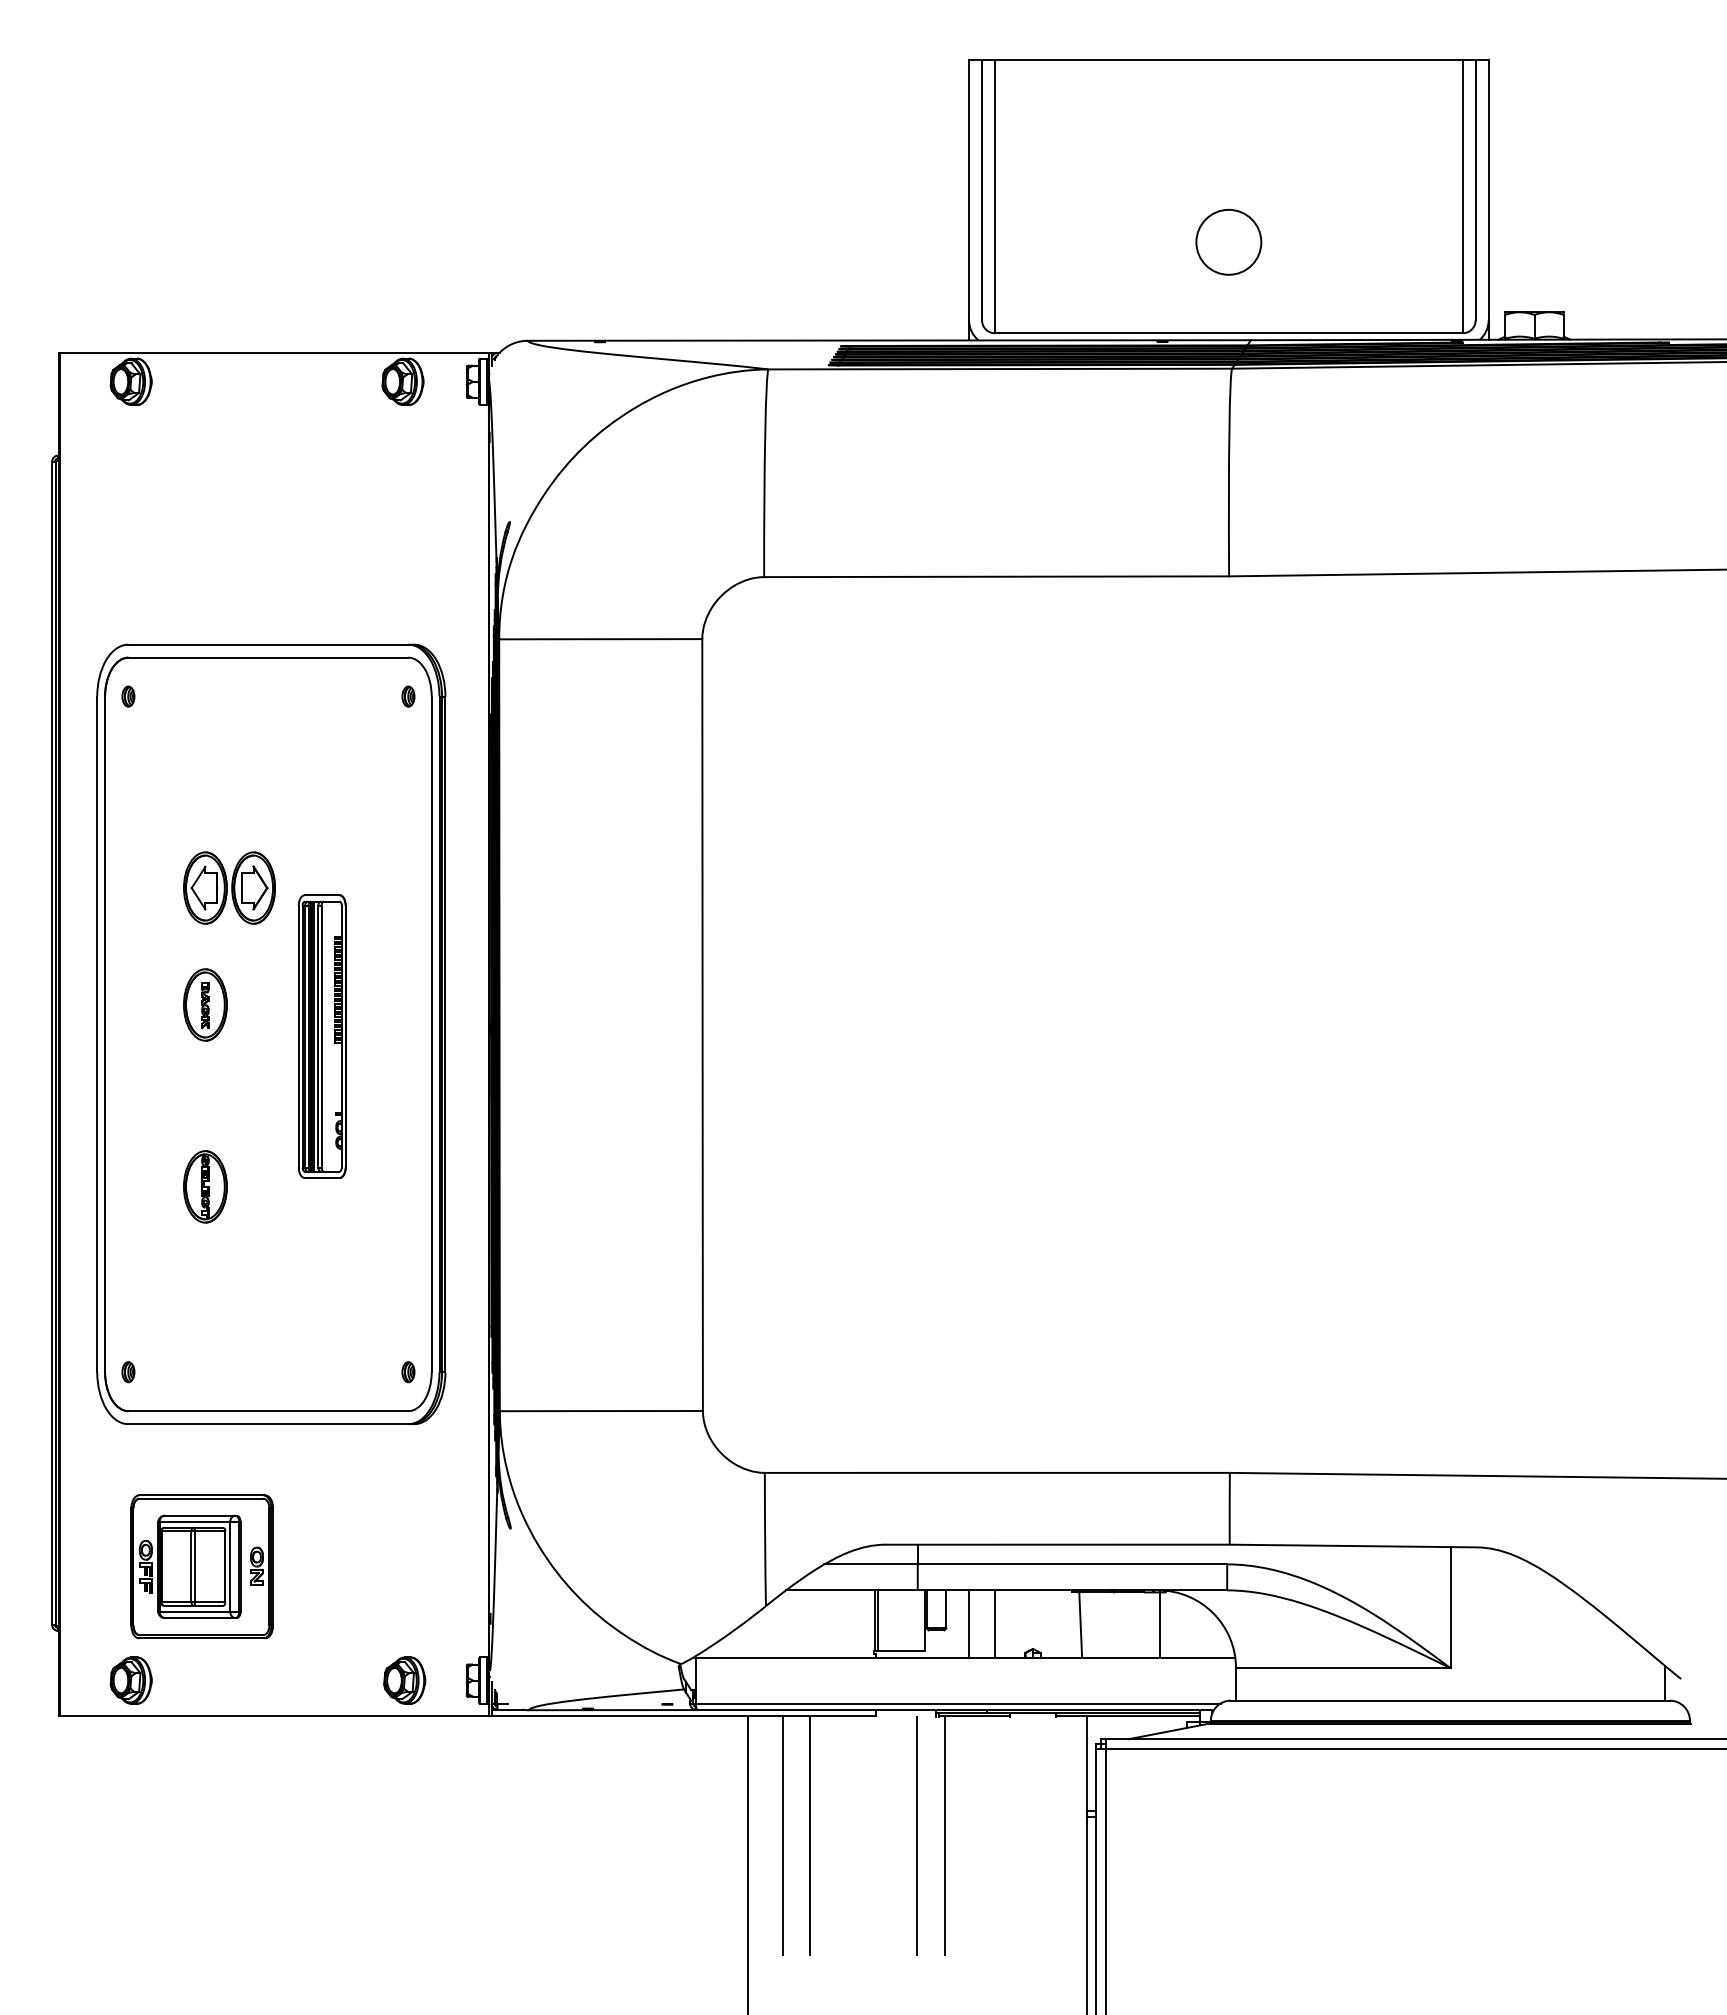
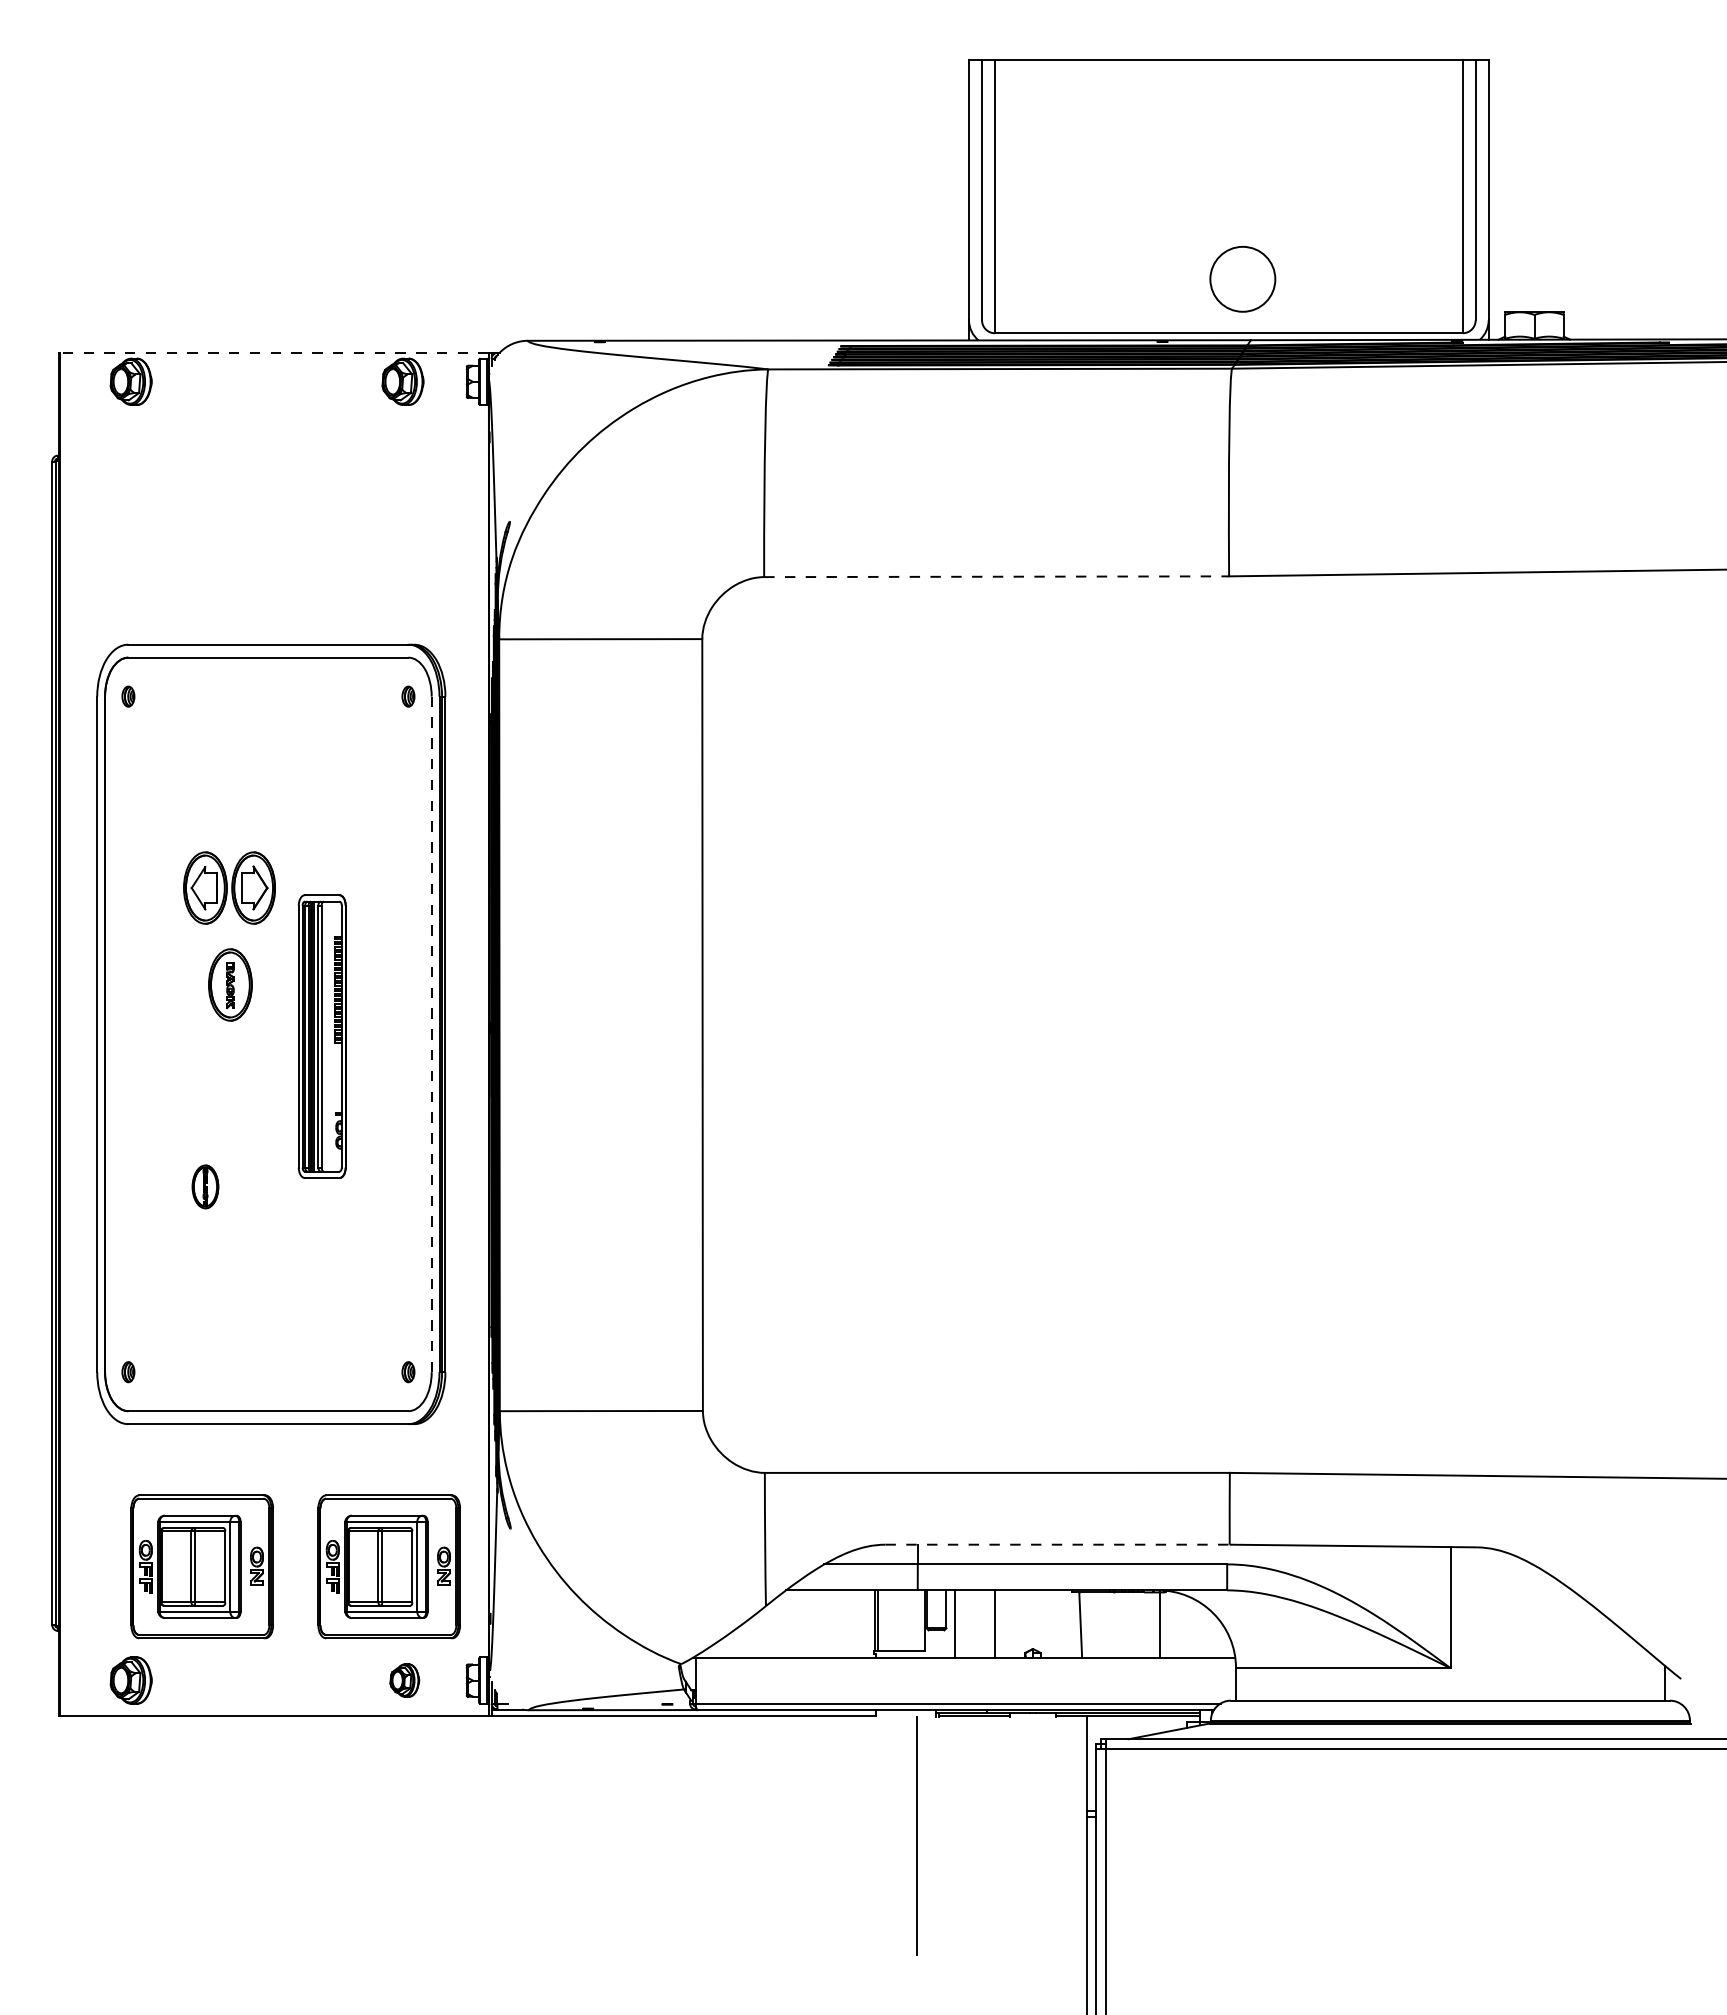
circle at (1228, 242) position: (1228, 242) -> (1242, 279)
line at (273, 352): solid -> dashed
line at (997, 576): solid -> dashed
part at (205, 1004) position: (205, 1004) -> (230, 984)
line at (431, 1034): solid -> dashed
part at (205, 1186) size: 45x74 px -> 29x46 px
line at (1058, 1544): solid -> dashed
part at (388, 1566): none -> present
line at (969, 1623) position: (969, 1623) -> (955, 1623)
part at (404, 1680) size: 44x49 px -> 32x35 px
line at (783, 1835): present -> none
line at (809, 1835): present -> none
line at (944, 1835): present -> none
line at (747, 1863): present -> none
